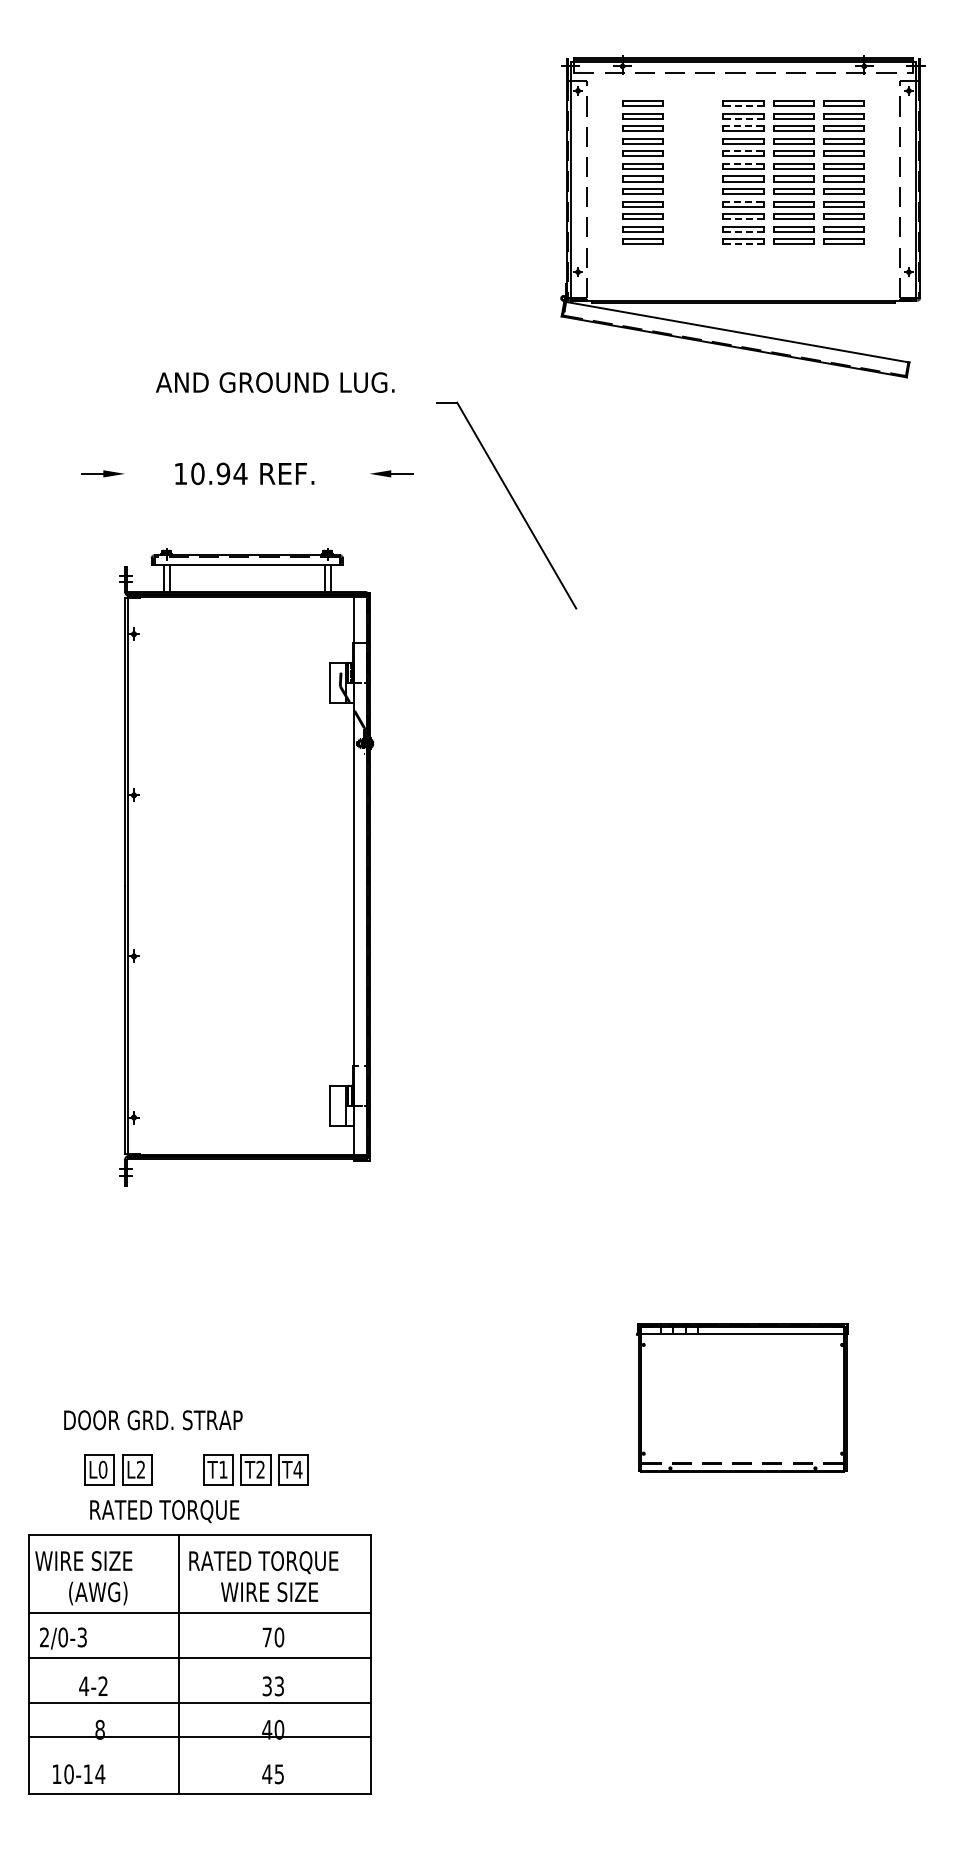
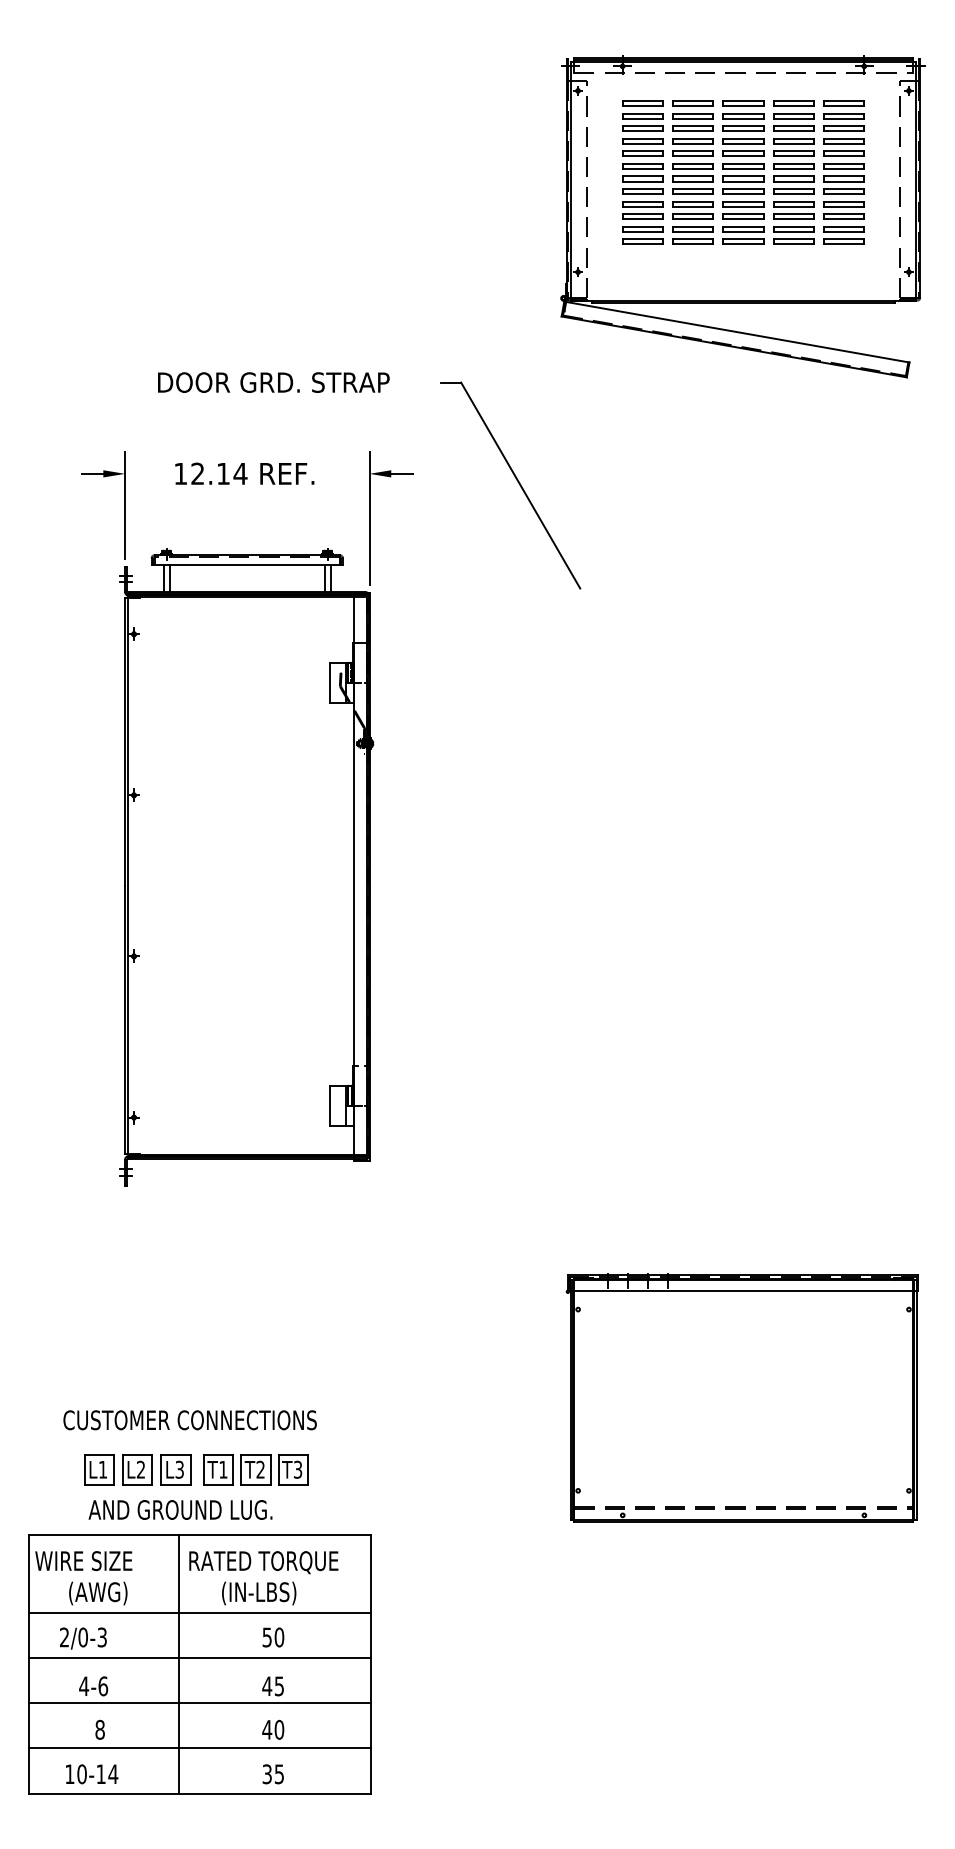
line at (742, 106): dashed -> solid
line at (742, 118): dashed -> solid
line at (743, 126): dashed -> solid
line at (743, 151): dashed -> solid
line at (743, 163): dashed -> solid
part at (692, 172): none -> present
line at (743, 201): dashed -> solid
line at (742, 219): dashed -> solid
line at (742, 231): dashed -> solid
line at (742, 244): dashed -> solid
text at (275, 382): AND GROUND LUG. -> DOOR GRD. STRAP
text at (210, 473): 10.94 -> 12.14
part at (513, 502) position: (513, 502) -> (517, 482)
line at (125, 505): none -> present
line at (369, 518): none -> present
part at (742, 1397) size: 213x150 px -> 354x250 px
text at (189, 1420): DOOR GRD. STRAP -> CUSTOMER CONNECTIONS
text at (102, 1469): L0 -> L1
part at (175, 1469): none -> present
text at (297, 1469): T4 -> T3
text at (180, 1511): RATED TORQUE -> AND GROUND LUG.
text at (269, 1593): WIRE SIZE -> (IN-LBS)
text at (266, 1637): 70 -> 50
text at (63, 1638) position: (63, 1638) -> (83, 1638)
text at (103, 1686): 4-2 -> 4-6
text at (272, 1686): 33 -> 45
line at (199, 1737) position: (199, 1737) -> (199, 1748)
text at (79, 1774) position: (79, 1774) -> (92, 1774)
text at (267, 1774): 45 -> 35
